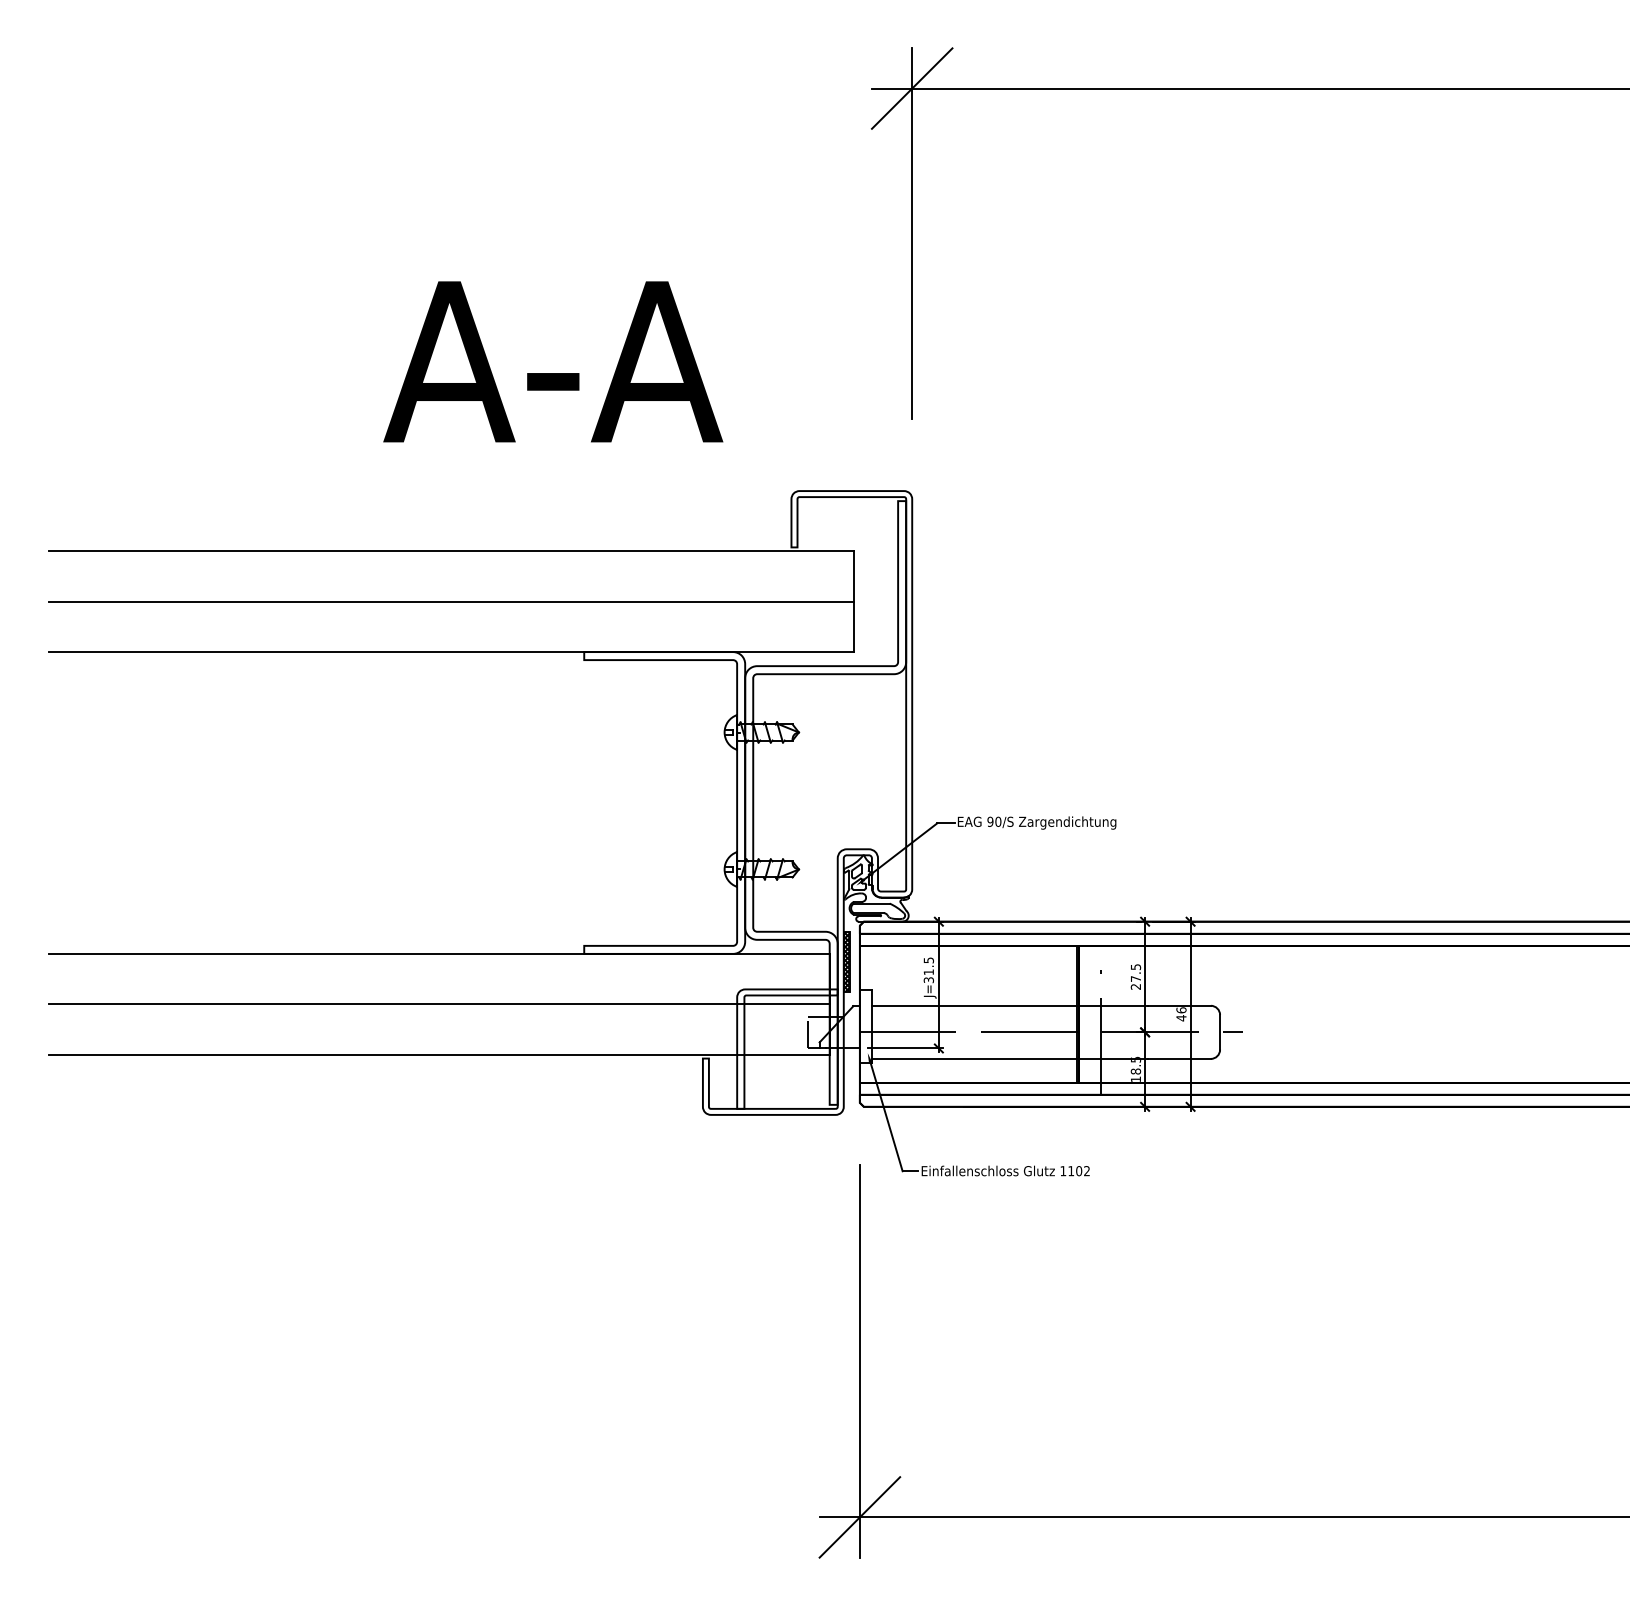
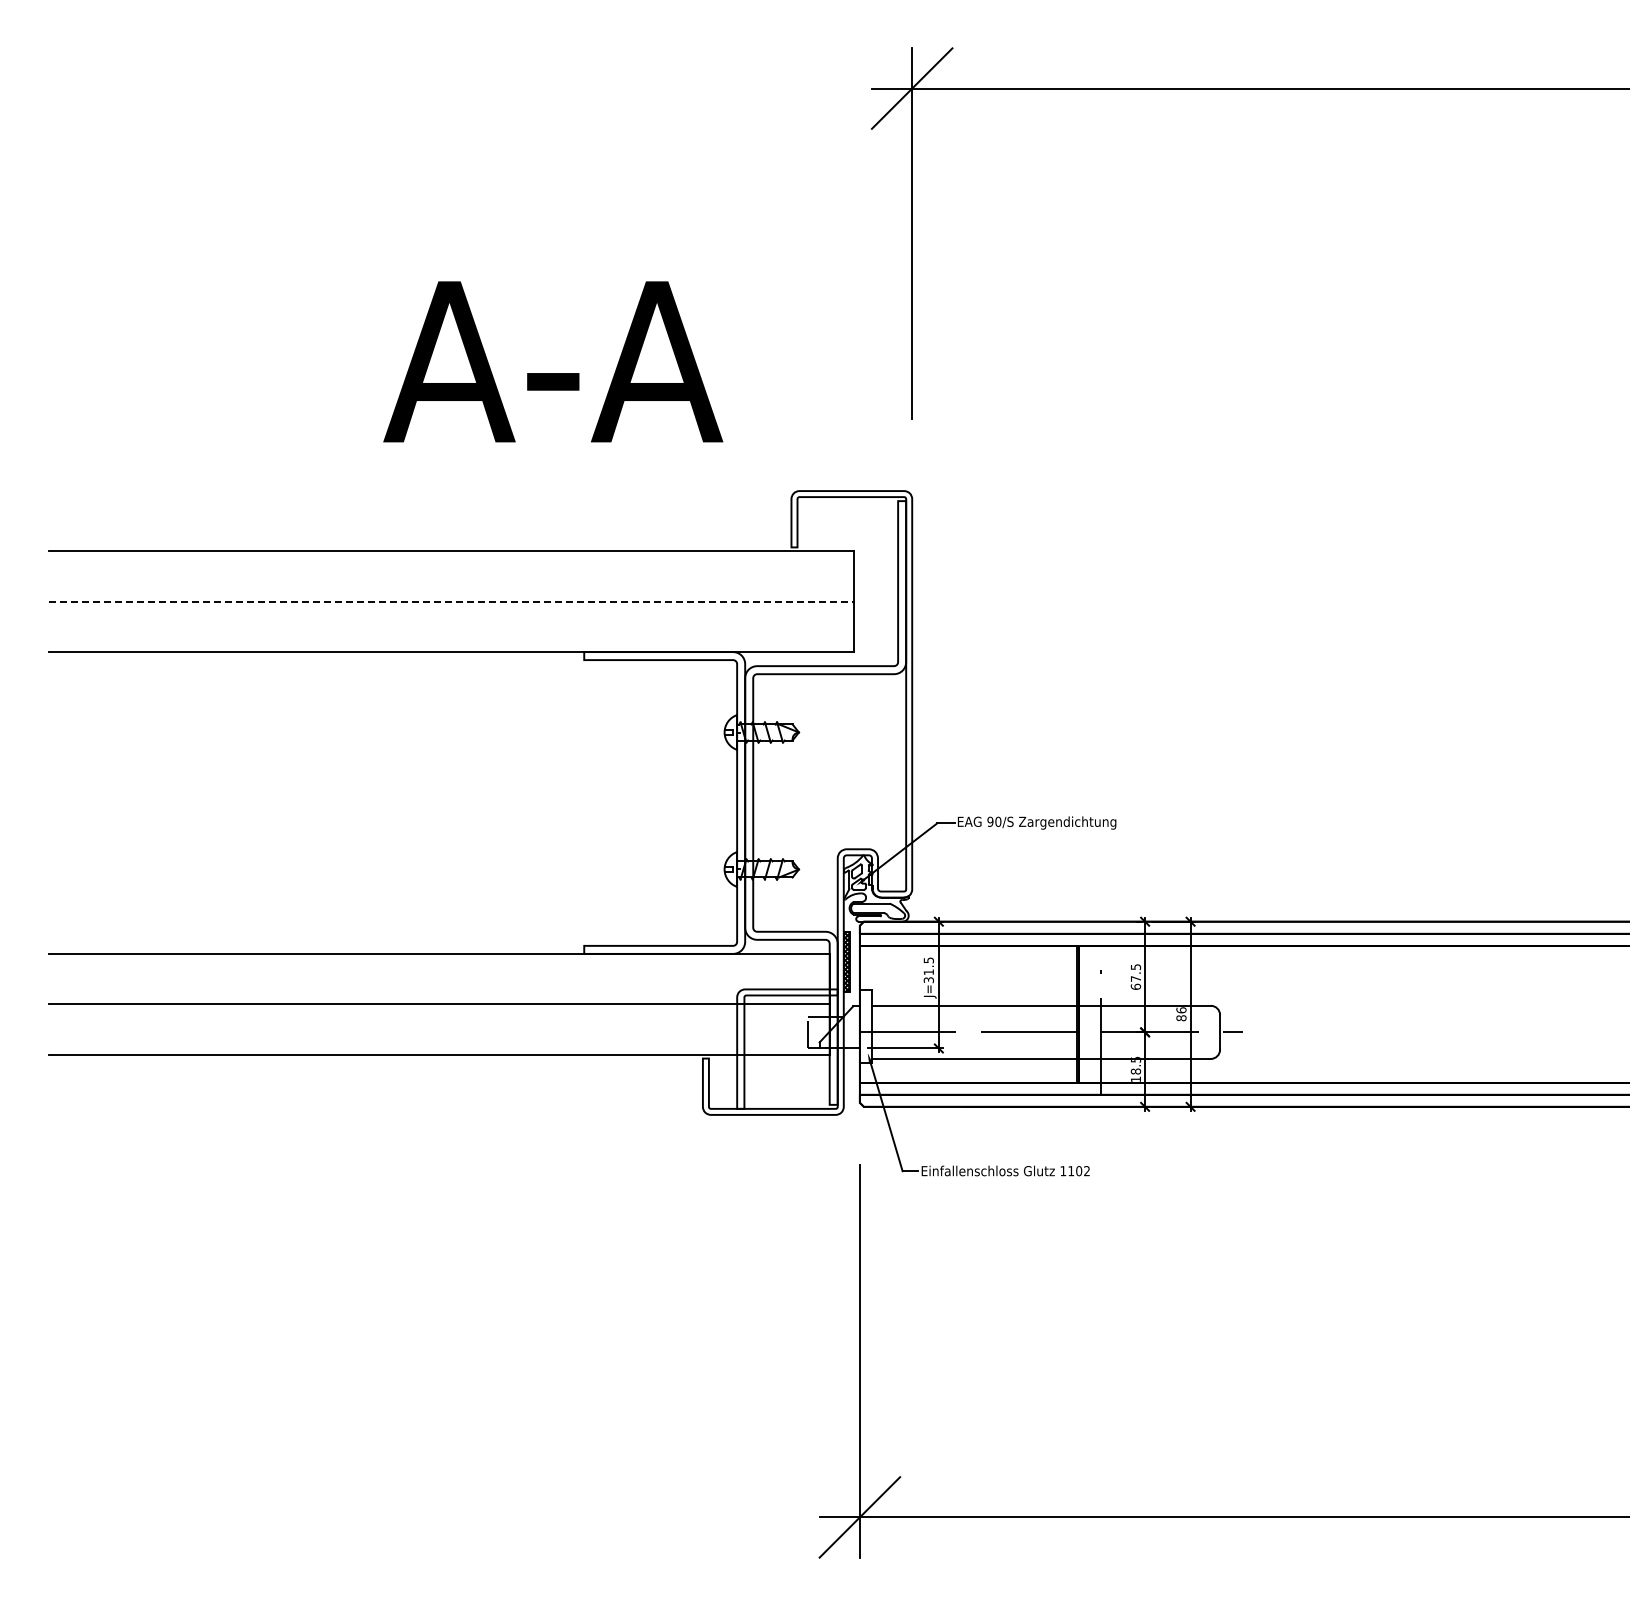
line at (451, 601): solid -> dashed
text at (1135, 986): 27.5 -> 67.5
text at (1181, 1018): 46 -> 86
